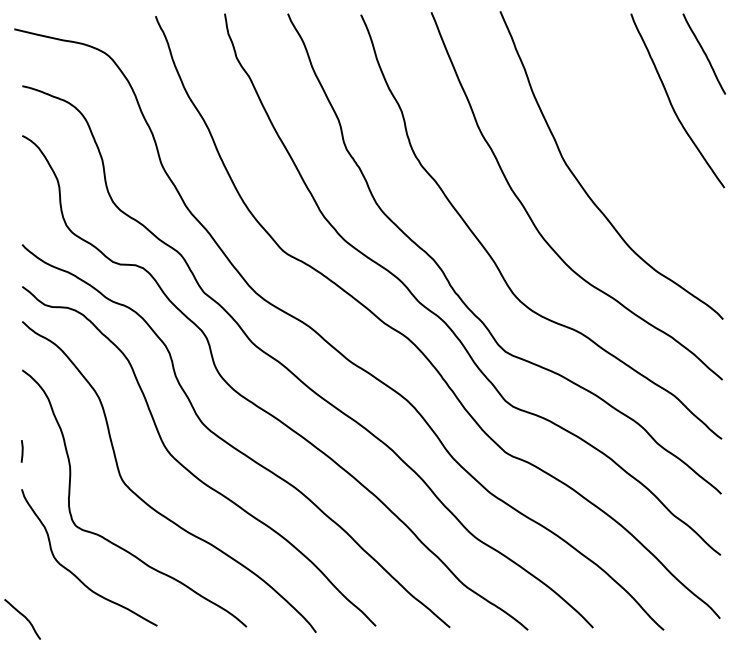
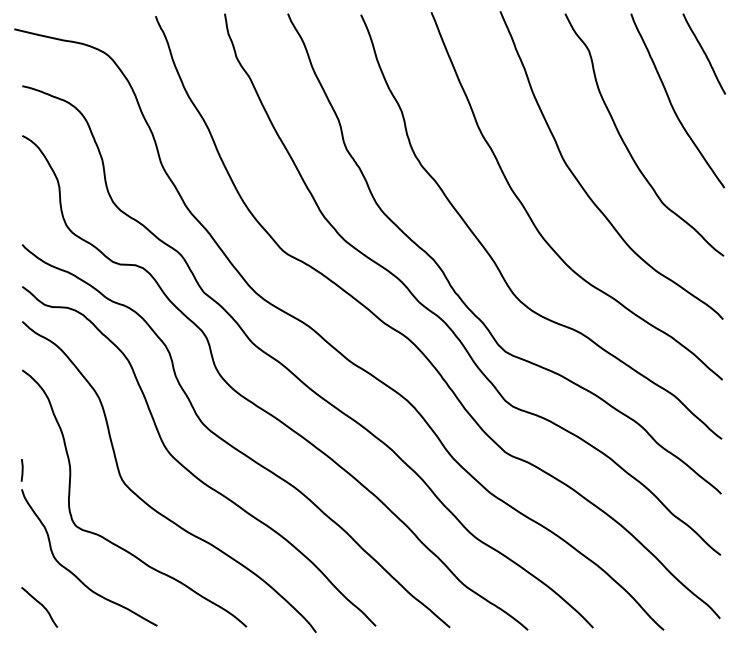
curve at (627, 146): none -> present
line at (21, 451) position: (21, 451) -> (21, 470)
curve at (24, 617) position: (24, 617) -> (41, 605)
